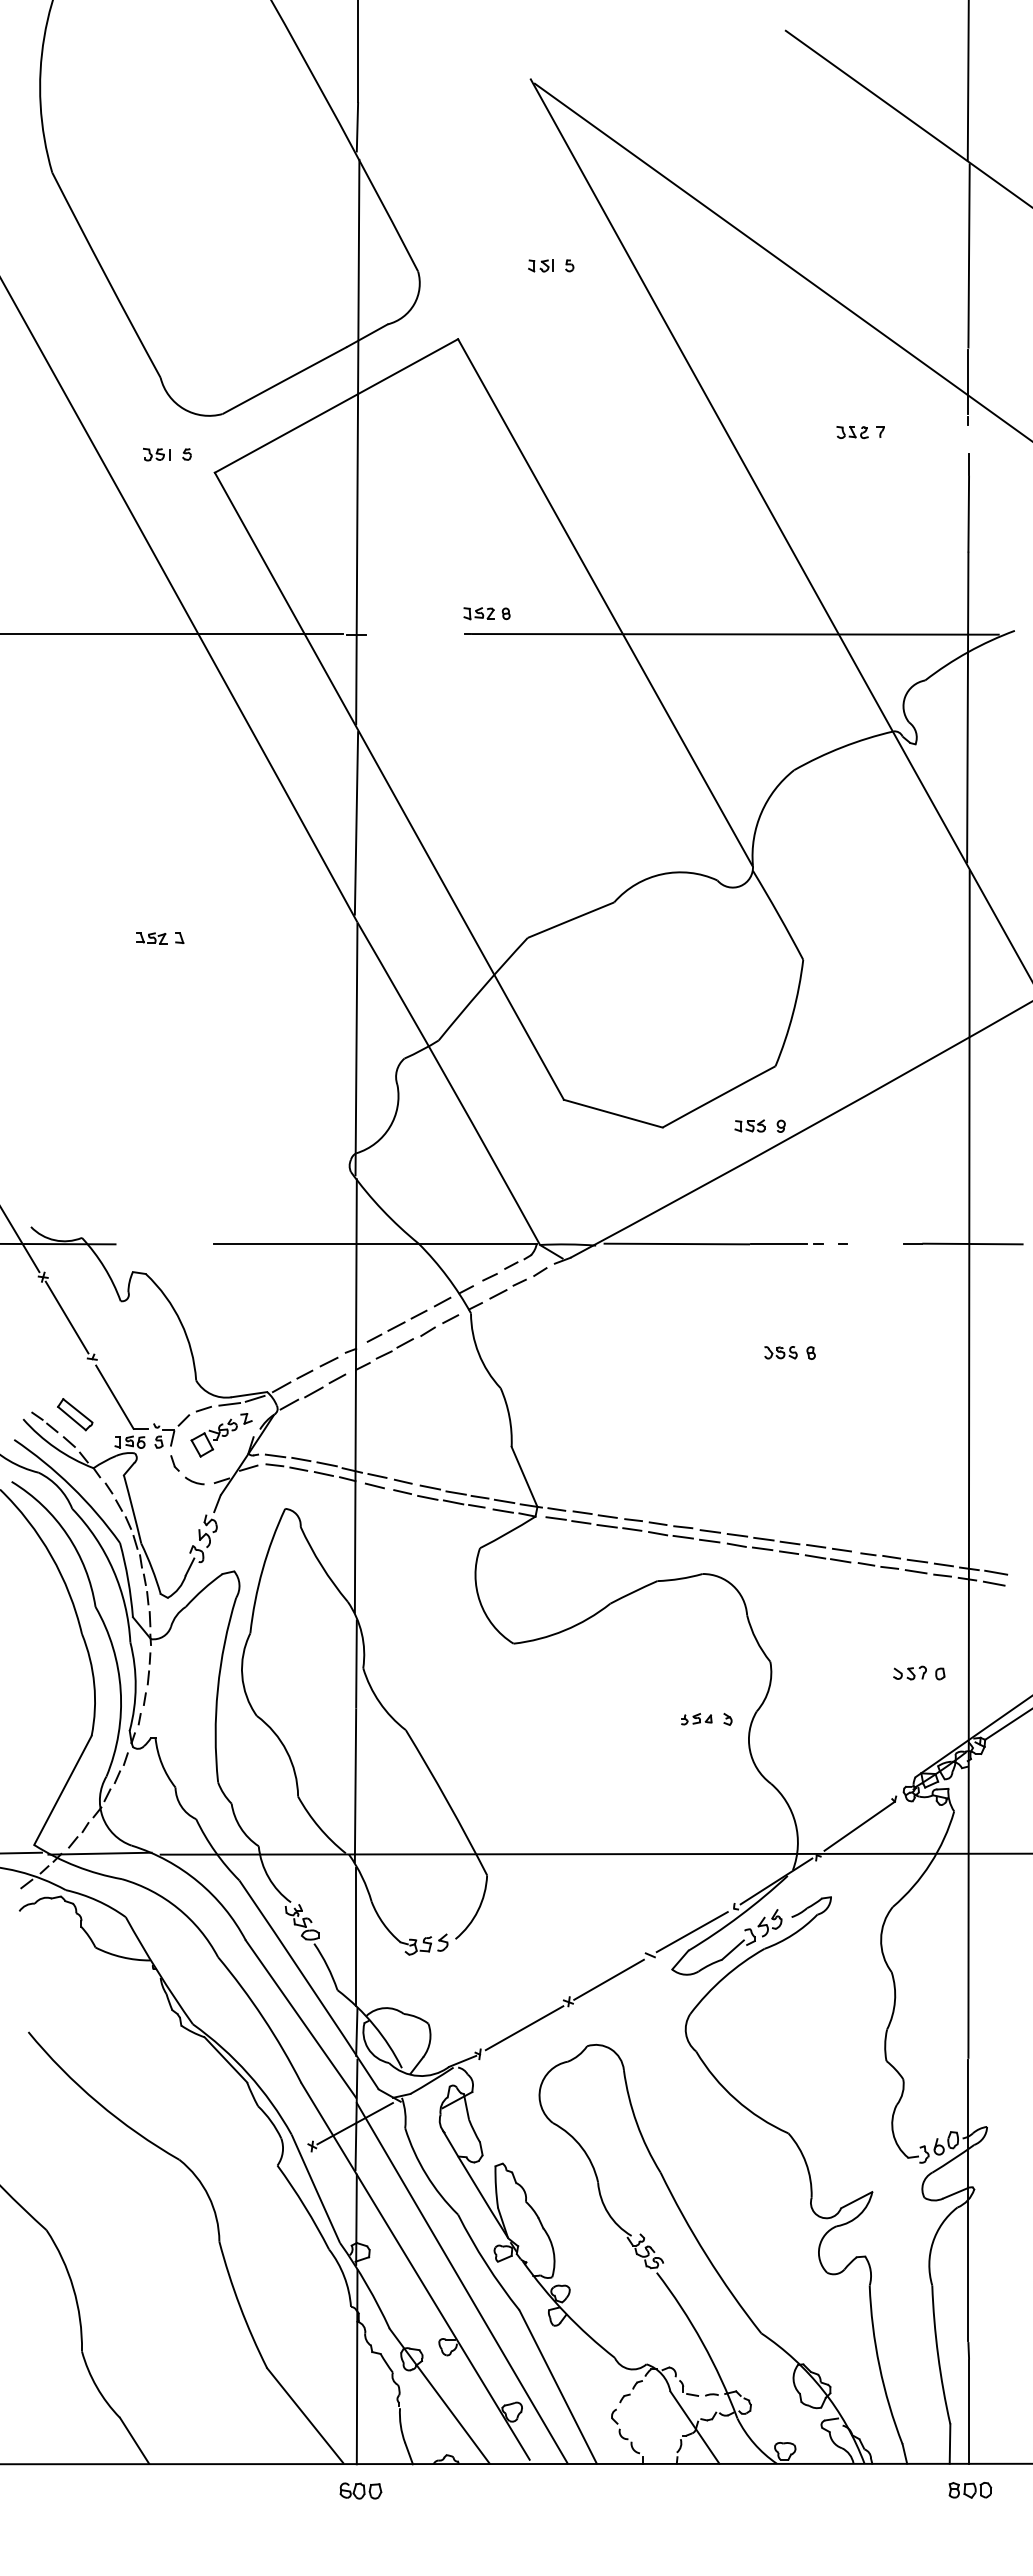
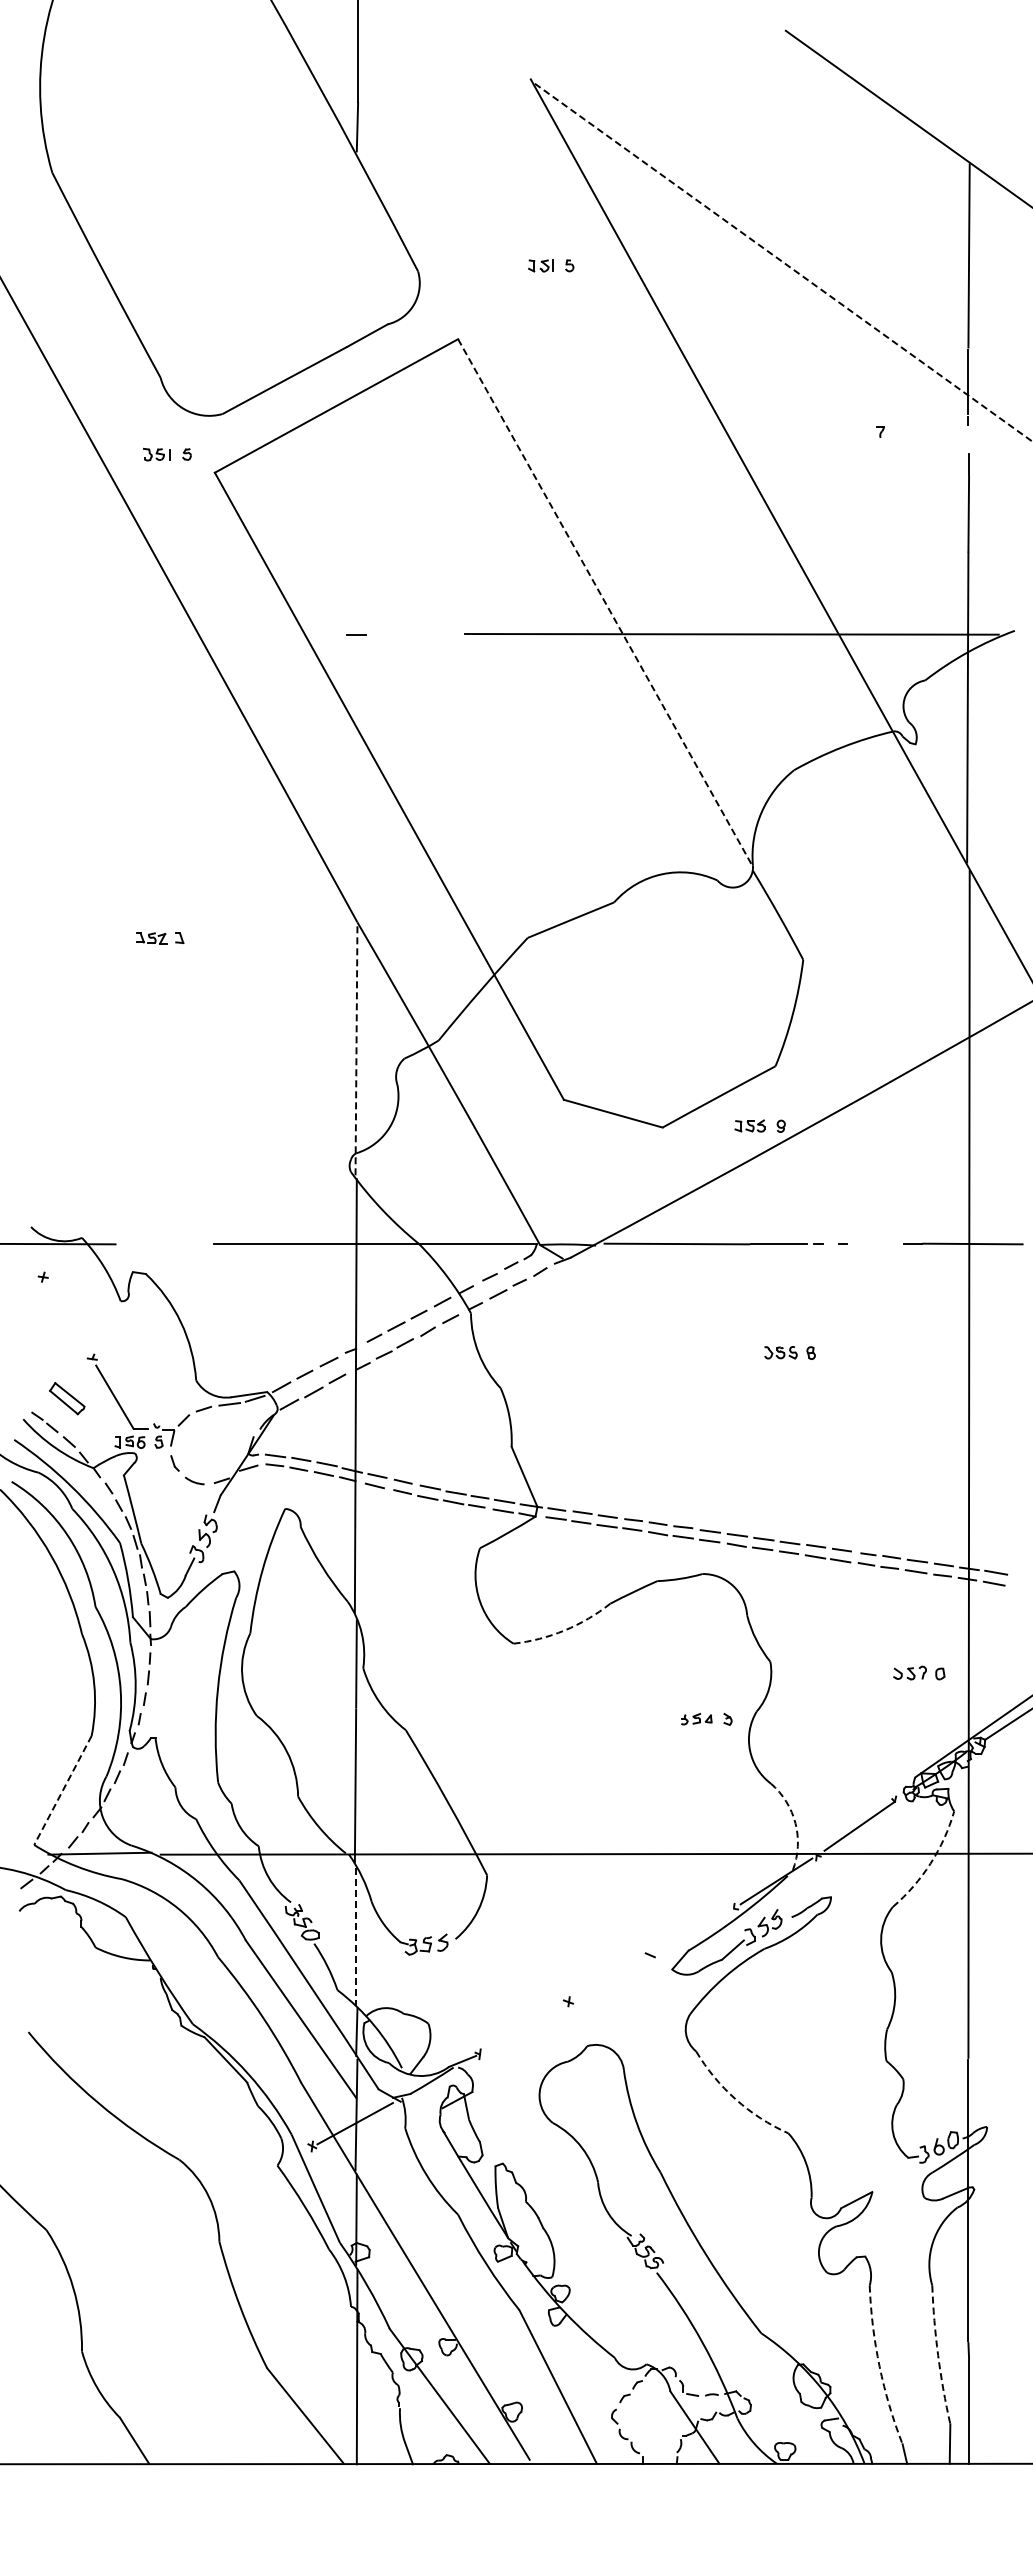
line at (967, 81): present -> none
line at (784, 262): solid -> dashed
part at (852, 432): present -> none
line at (357, 441): present -> none
line at (605, 602): solid -> dashed
part at (486, 613): present -> none
line at (172, 634): present -> none
line at (356, 823): present -> none
line at (356, 1049): solid -> dashed
line at (20, 1240): present -> none
line at (66, 1317): present -> none
part at (75, 1414) position: (75, 1414) -> (67, 1398)
part at (221, 1435): present -> none
arc at (564, 1630): solid -> dashed
line at (62, 1790): solid -> dashed
arc at (795, 1823): solid -> dashed
line at (21, 1852): present -> none
arc at (930, 1863): solid -> dashed
line at (691, 1932): present -> none
line at (356, 1936): solid -> dashed
line at (608, 1979): present -> none
line at (524, 2028): present -> none
arc at (735, 2099): solid -> dashed
line at (461, 2283): present -> none
arc at (938, 2355): solid -> dashed
arc at (879, 2366): solid -> dashed
part at (360, 2490): present -> none
part at (970, 2490): present -> none
